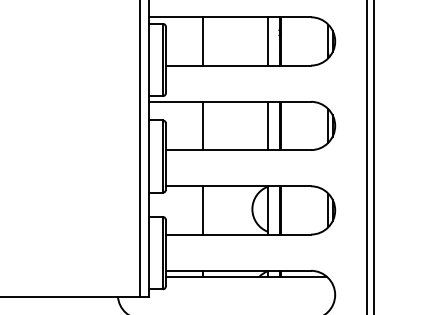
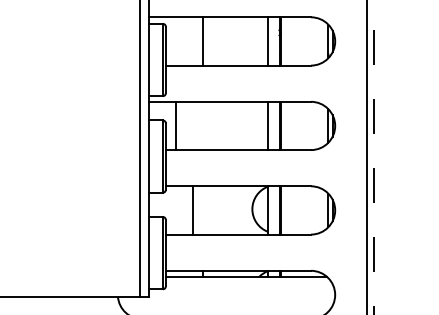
line at (203, 125) position: (203, 125) -> (176, 125)
line at (373, 156): solid -> dashed
line at (203, 210) position: (203, 210) -> (193, 210)
